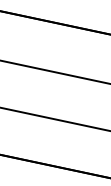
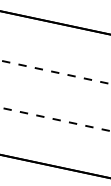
line at (55, 72): solid -> dashed
line at (55, 119): solid -> dashed
